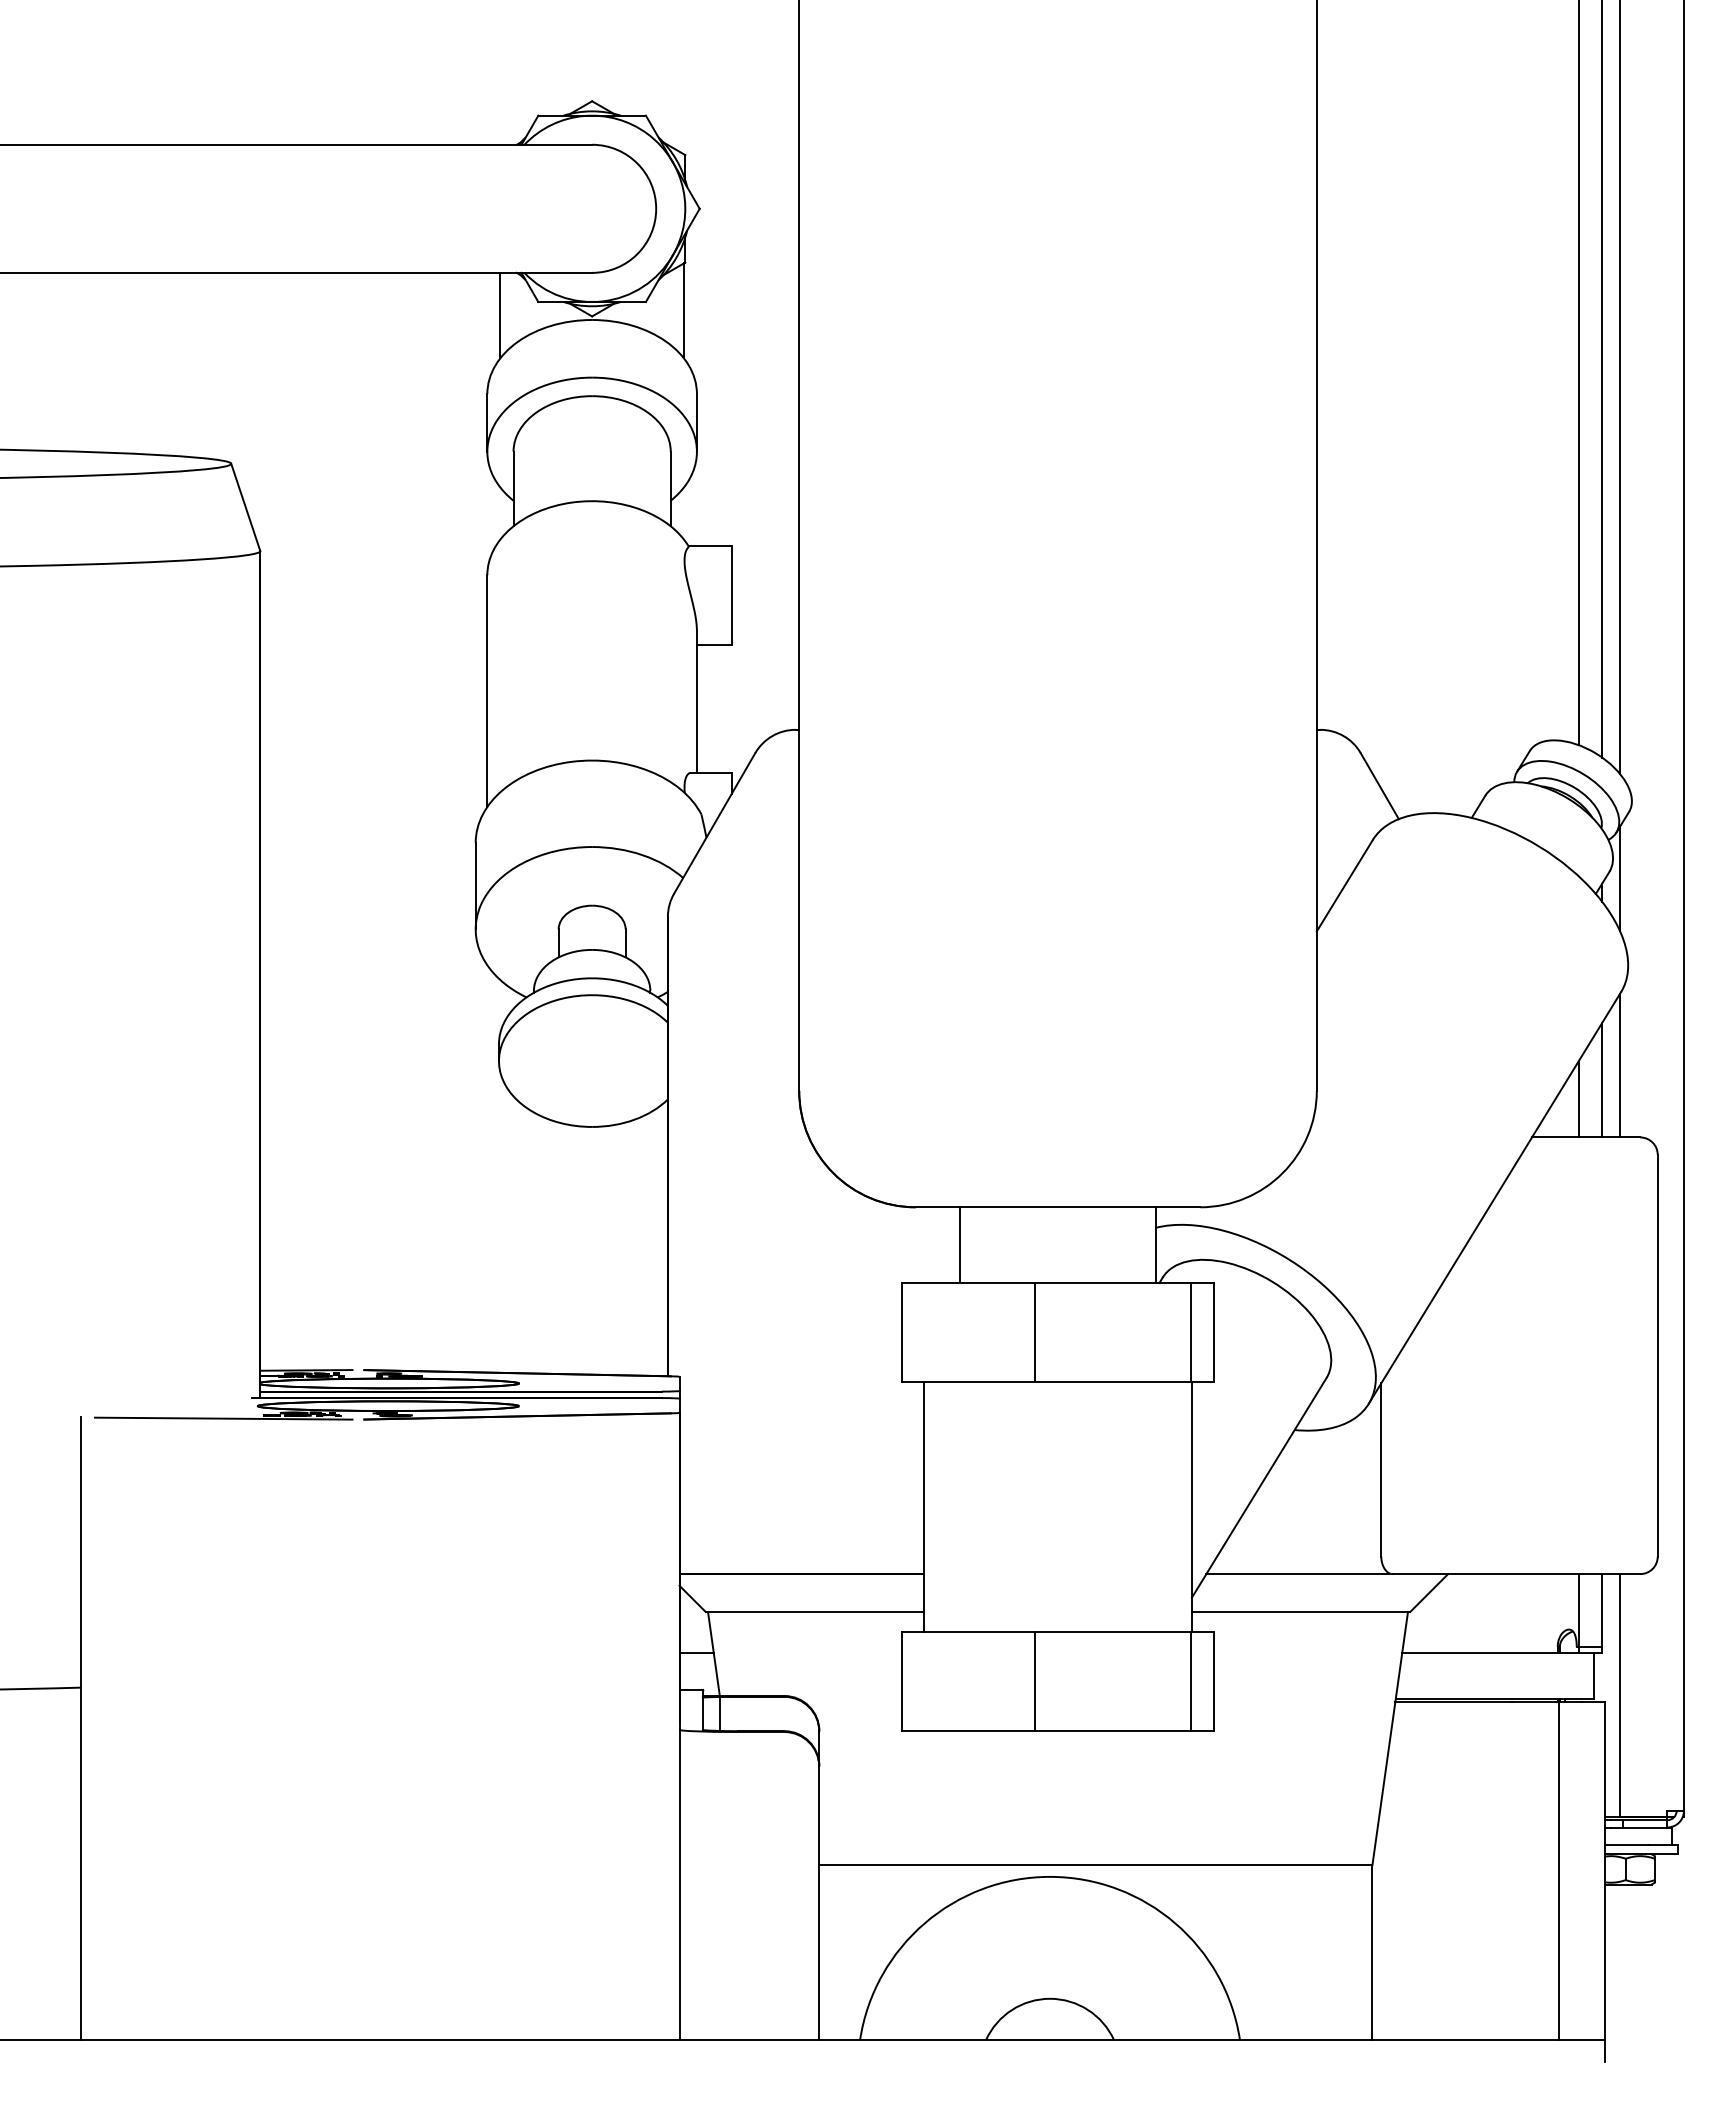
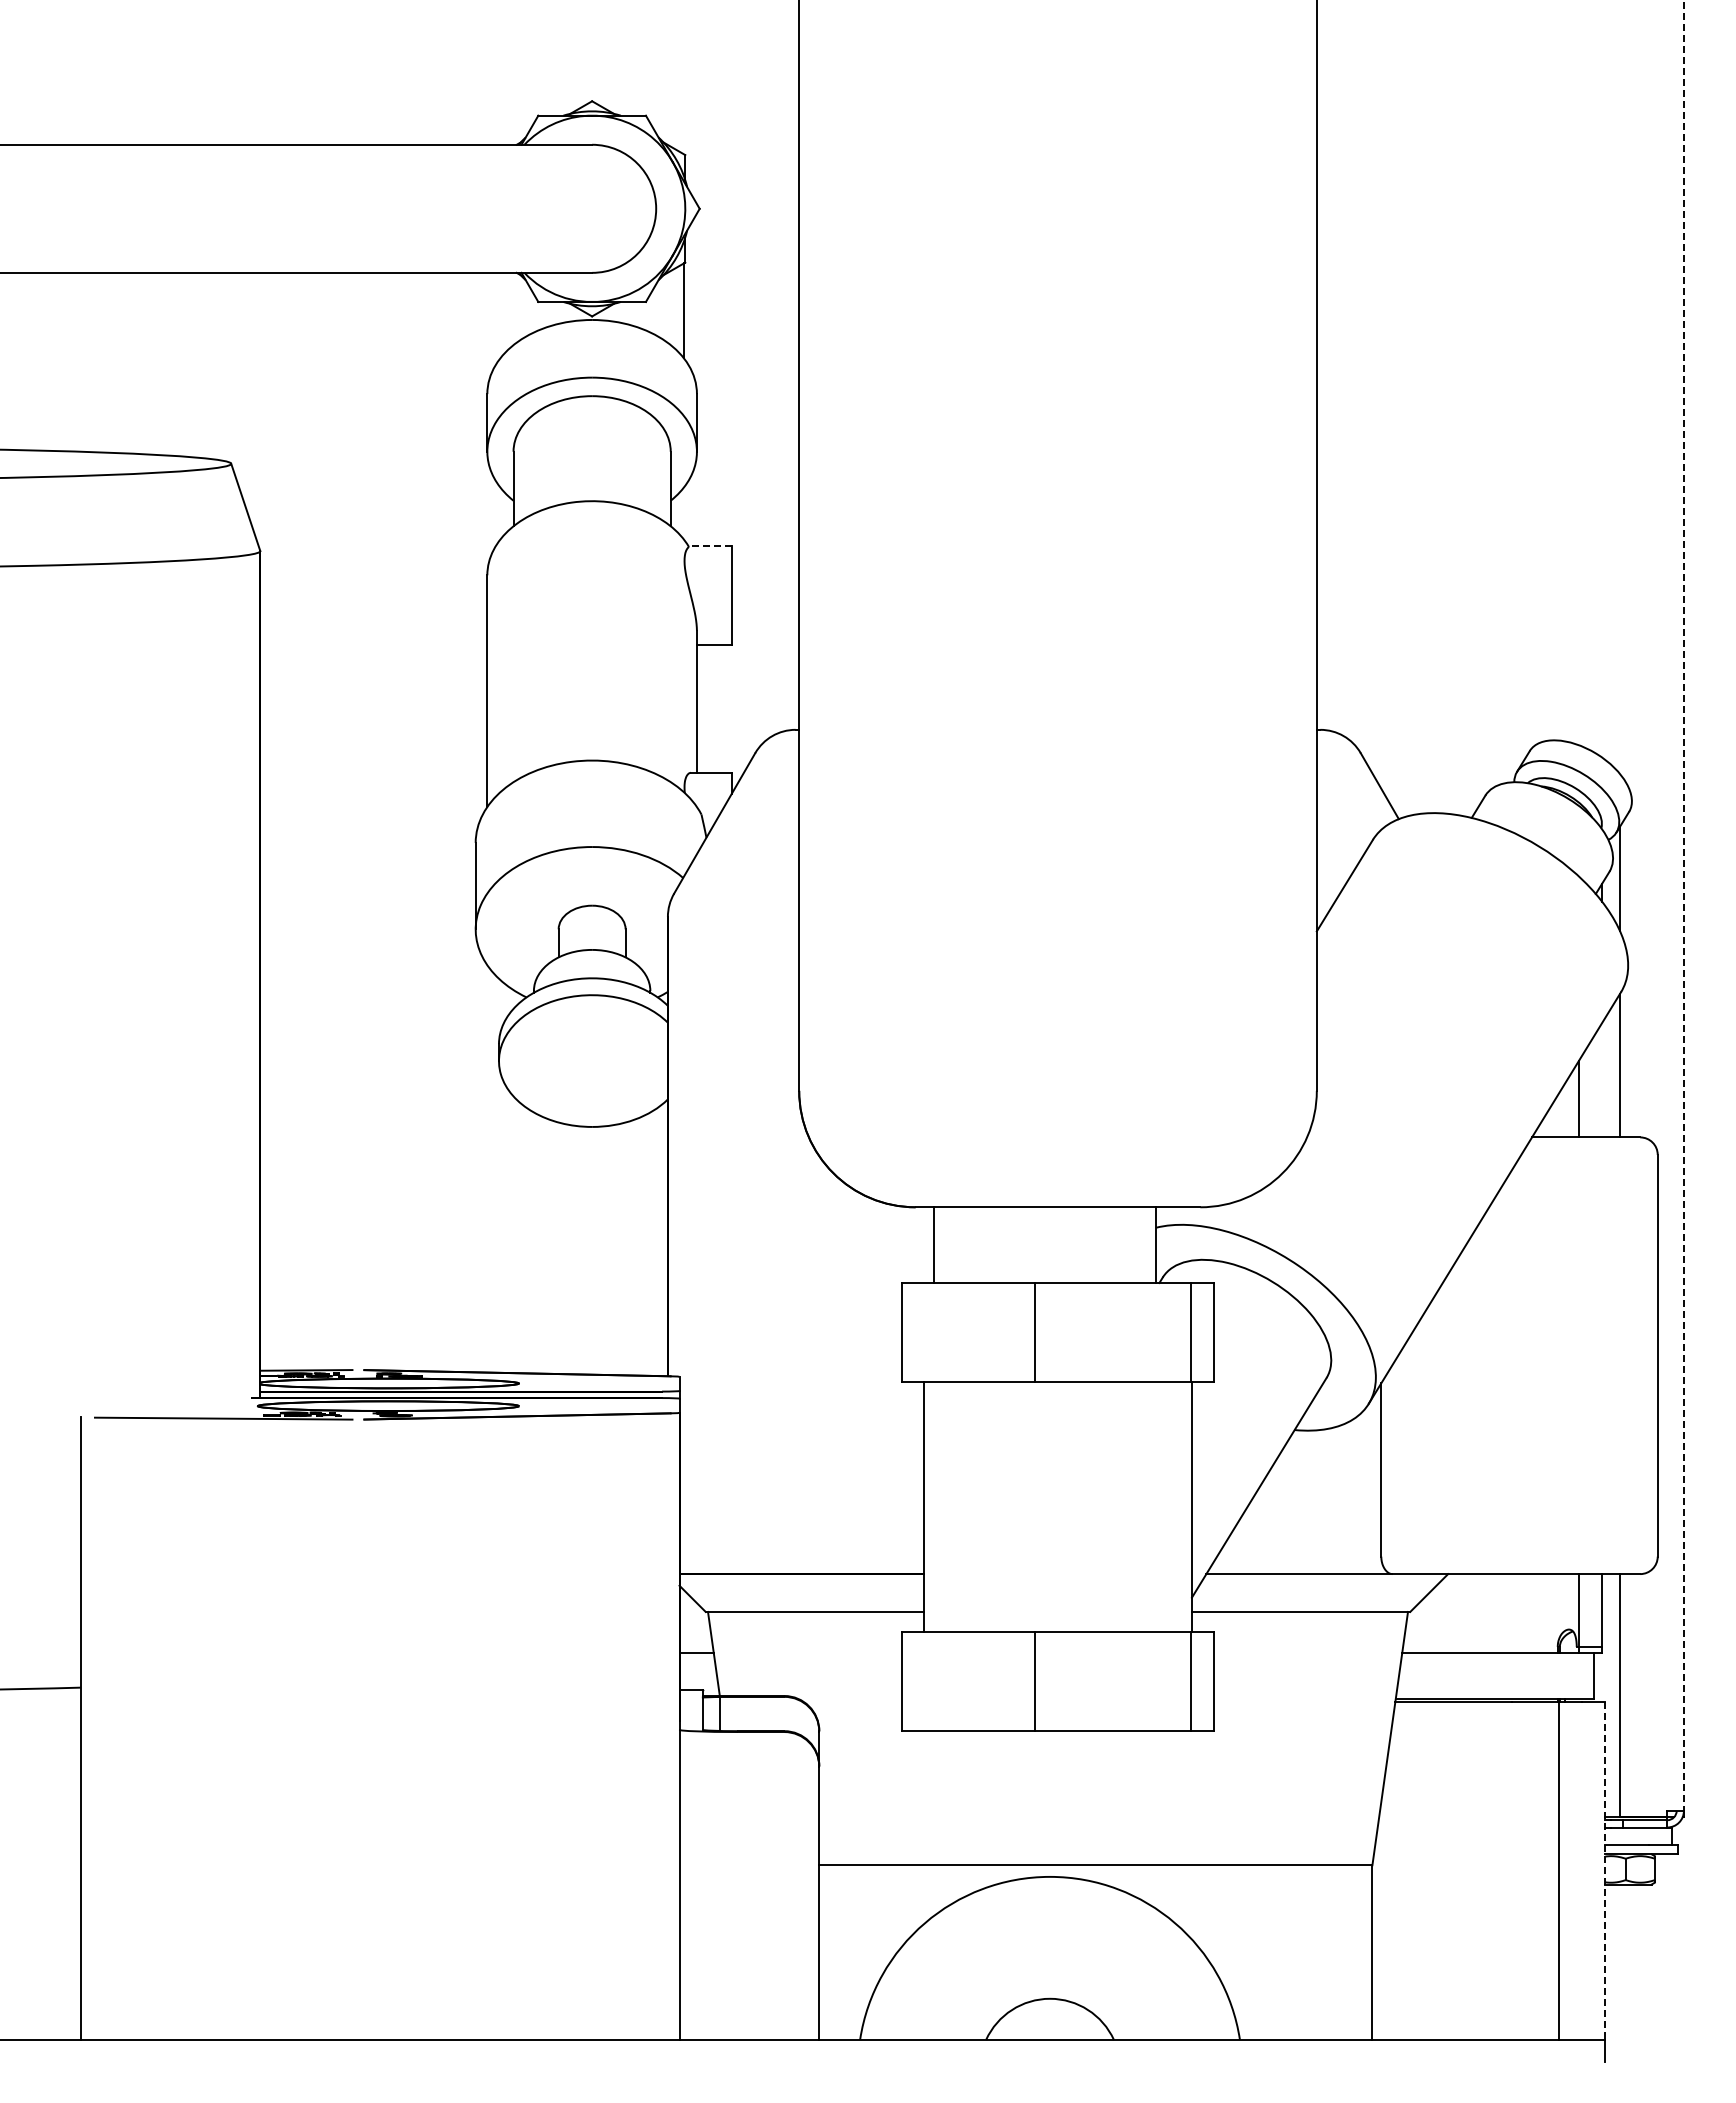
line at (500, 315): present -> none
line at (1578, 373): present -> none
line at (1602, 379): present -> none
line at (1619, 387): present -> none
line at (710, 546): solid -> dashed
line at (1683, 906): solid -> dashed
line at (1602, 1079): present -> none
line at (959, 1244) position: (959, 1244) -> (933, 1244)
line at (1605, 1871): solid -> dashed
